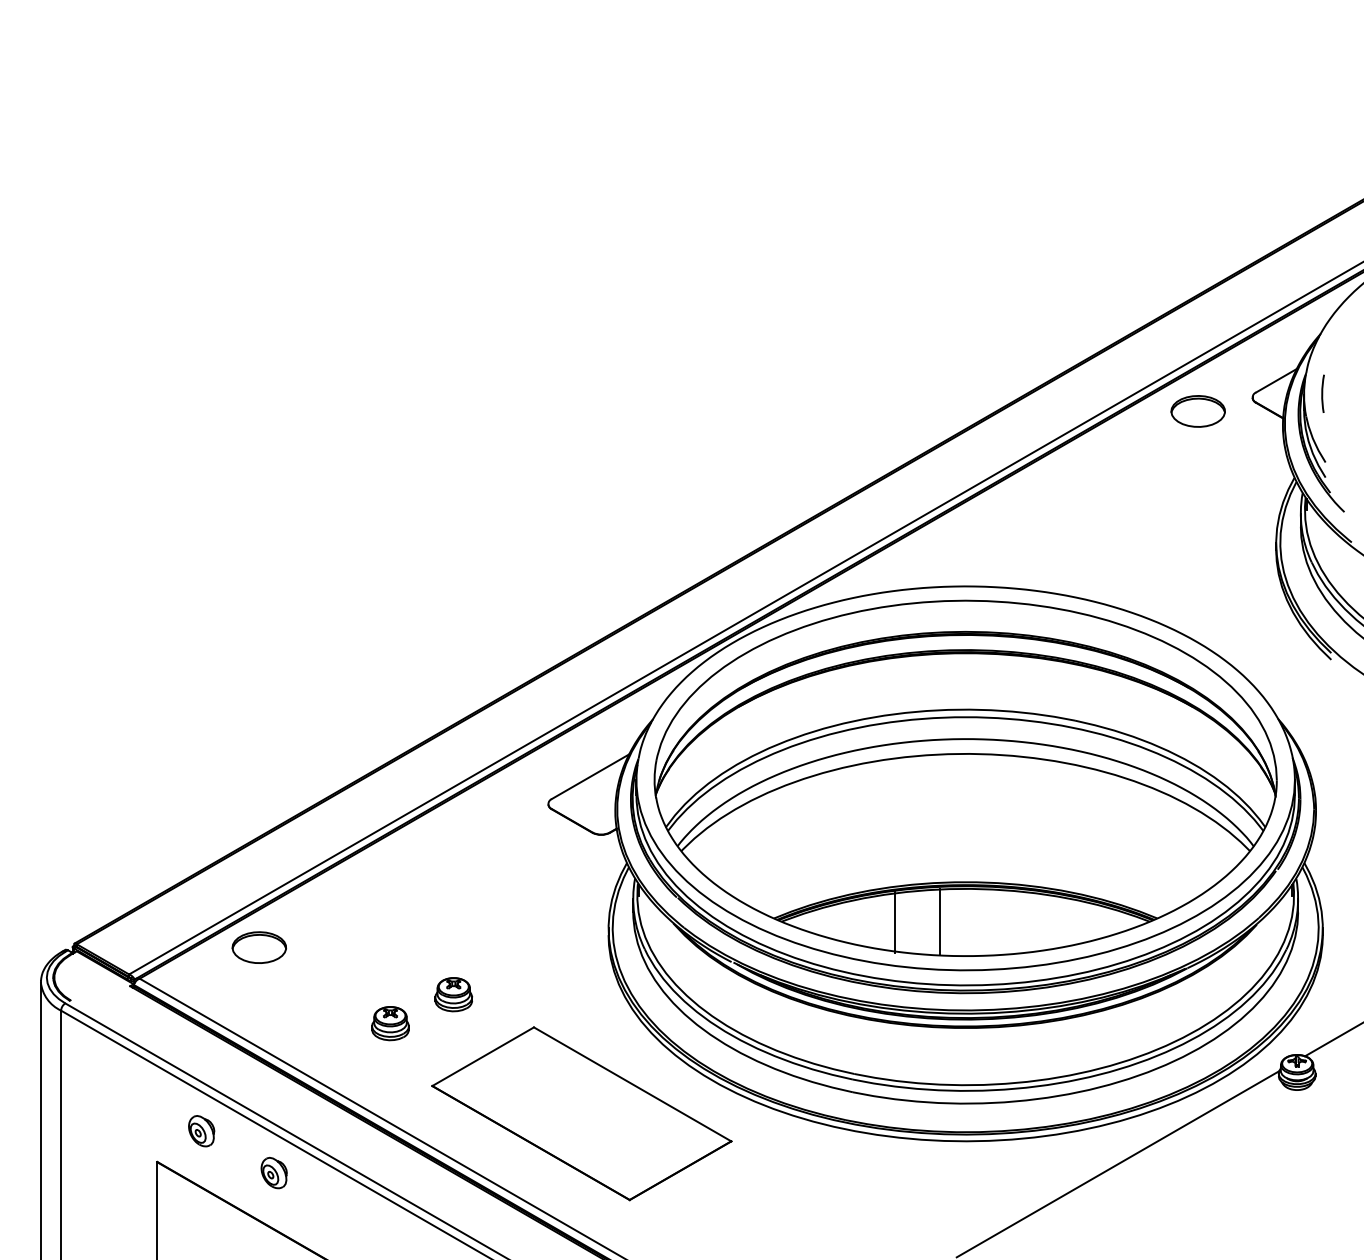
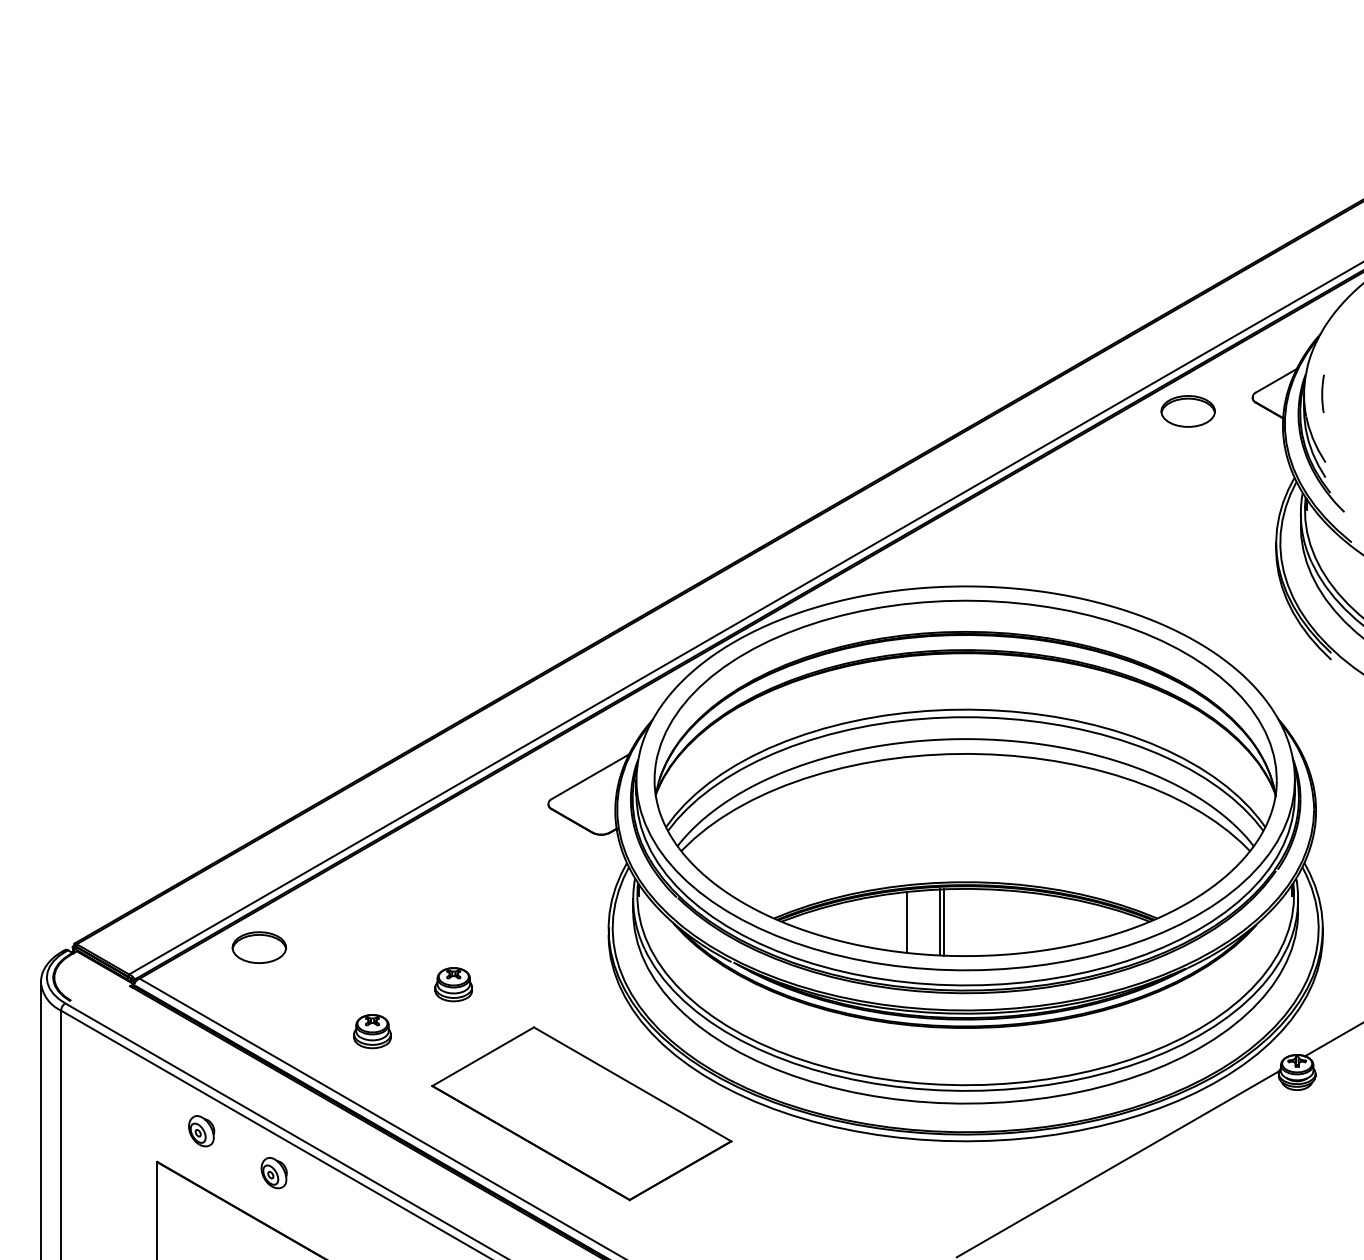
part at (1197, 411) position: (1197, 411) -> (1187, 411)
line at (894, 921) position: (894, 921) -> (906, 921)
line at (943, 922): none -> present
part at (453, 994) position: (453, 994) -> (453, 984)
part at (390, 1023) position: (390, 1023) -> (372, 1031)
